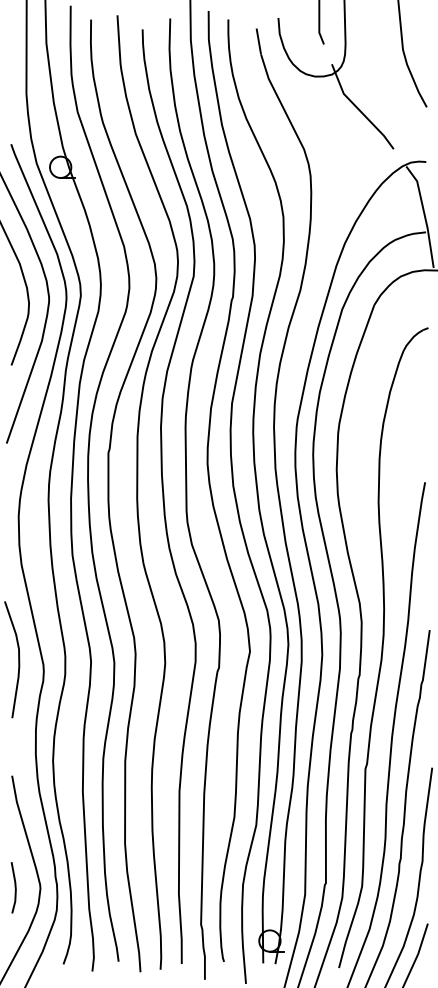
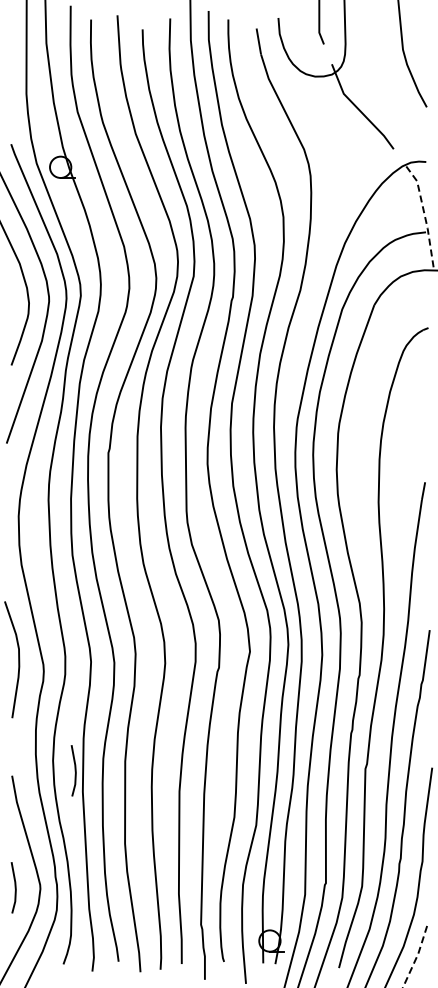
line at (424, 215): solid -> dashed
line at (74, 770): none -> present
line at (417, 955): solid -> dashed
